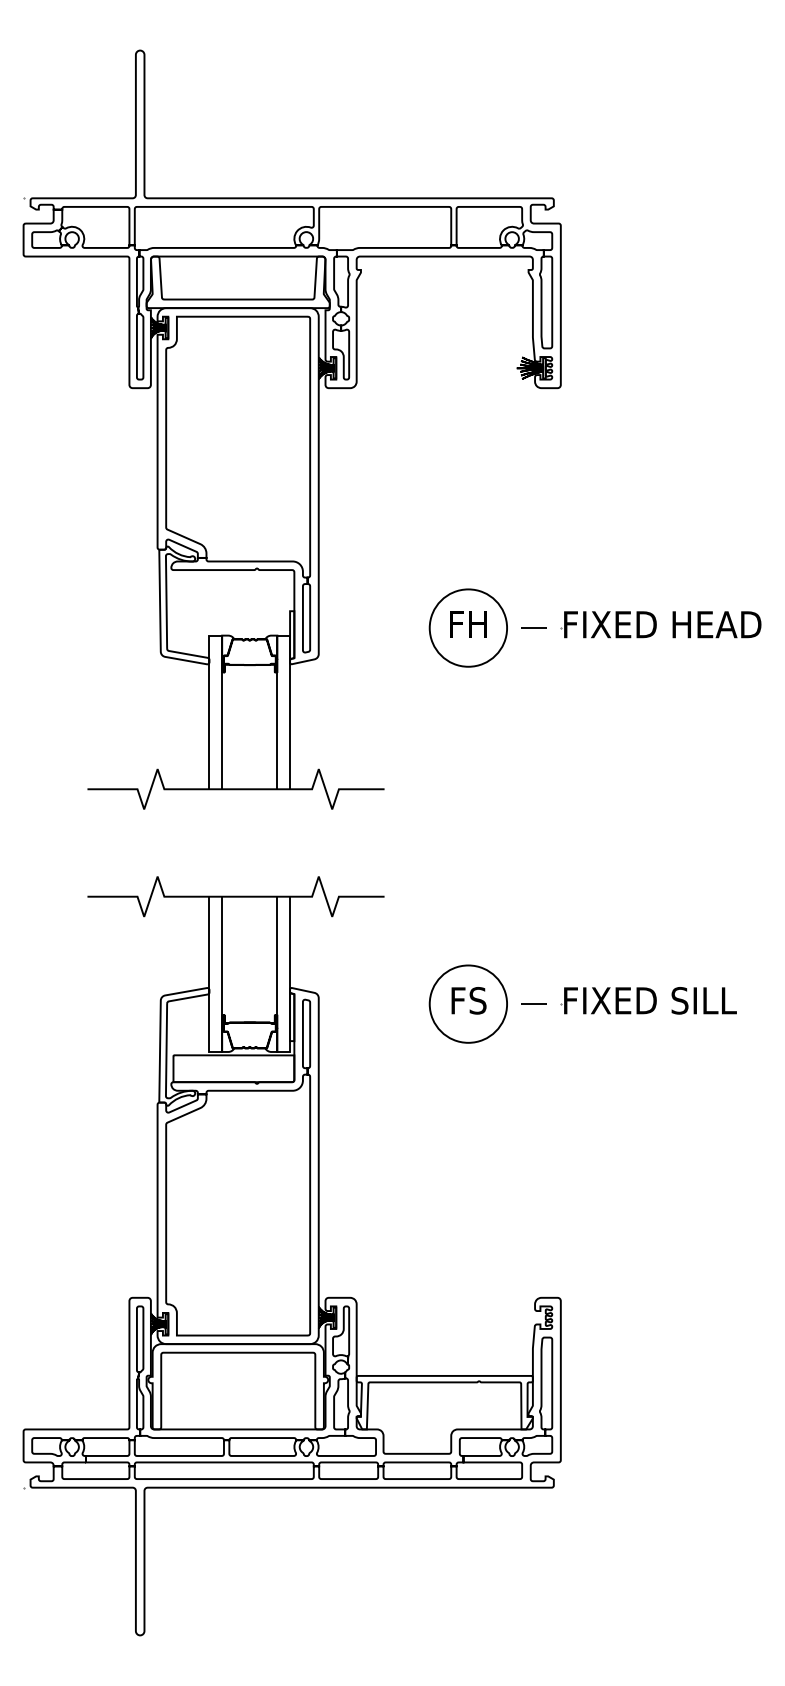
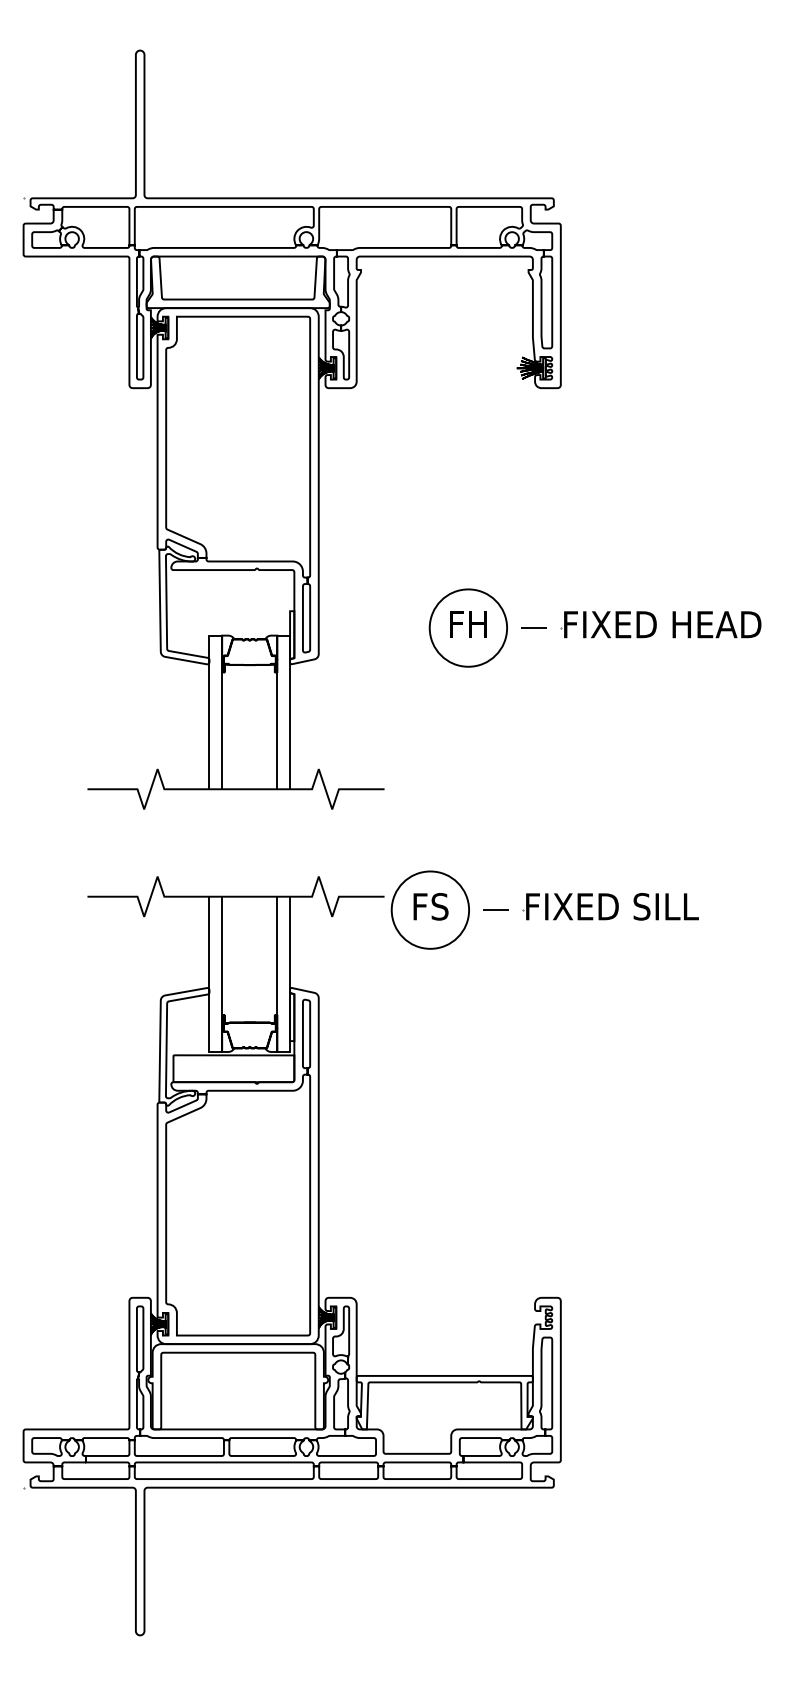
part at (582, 1003) position: (582, 1003) -> (544, 909)
